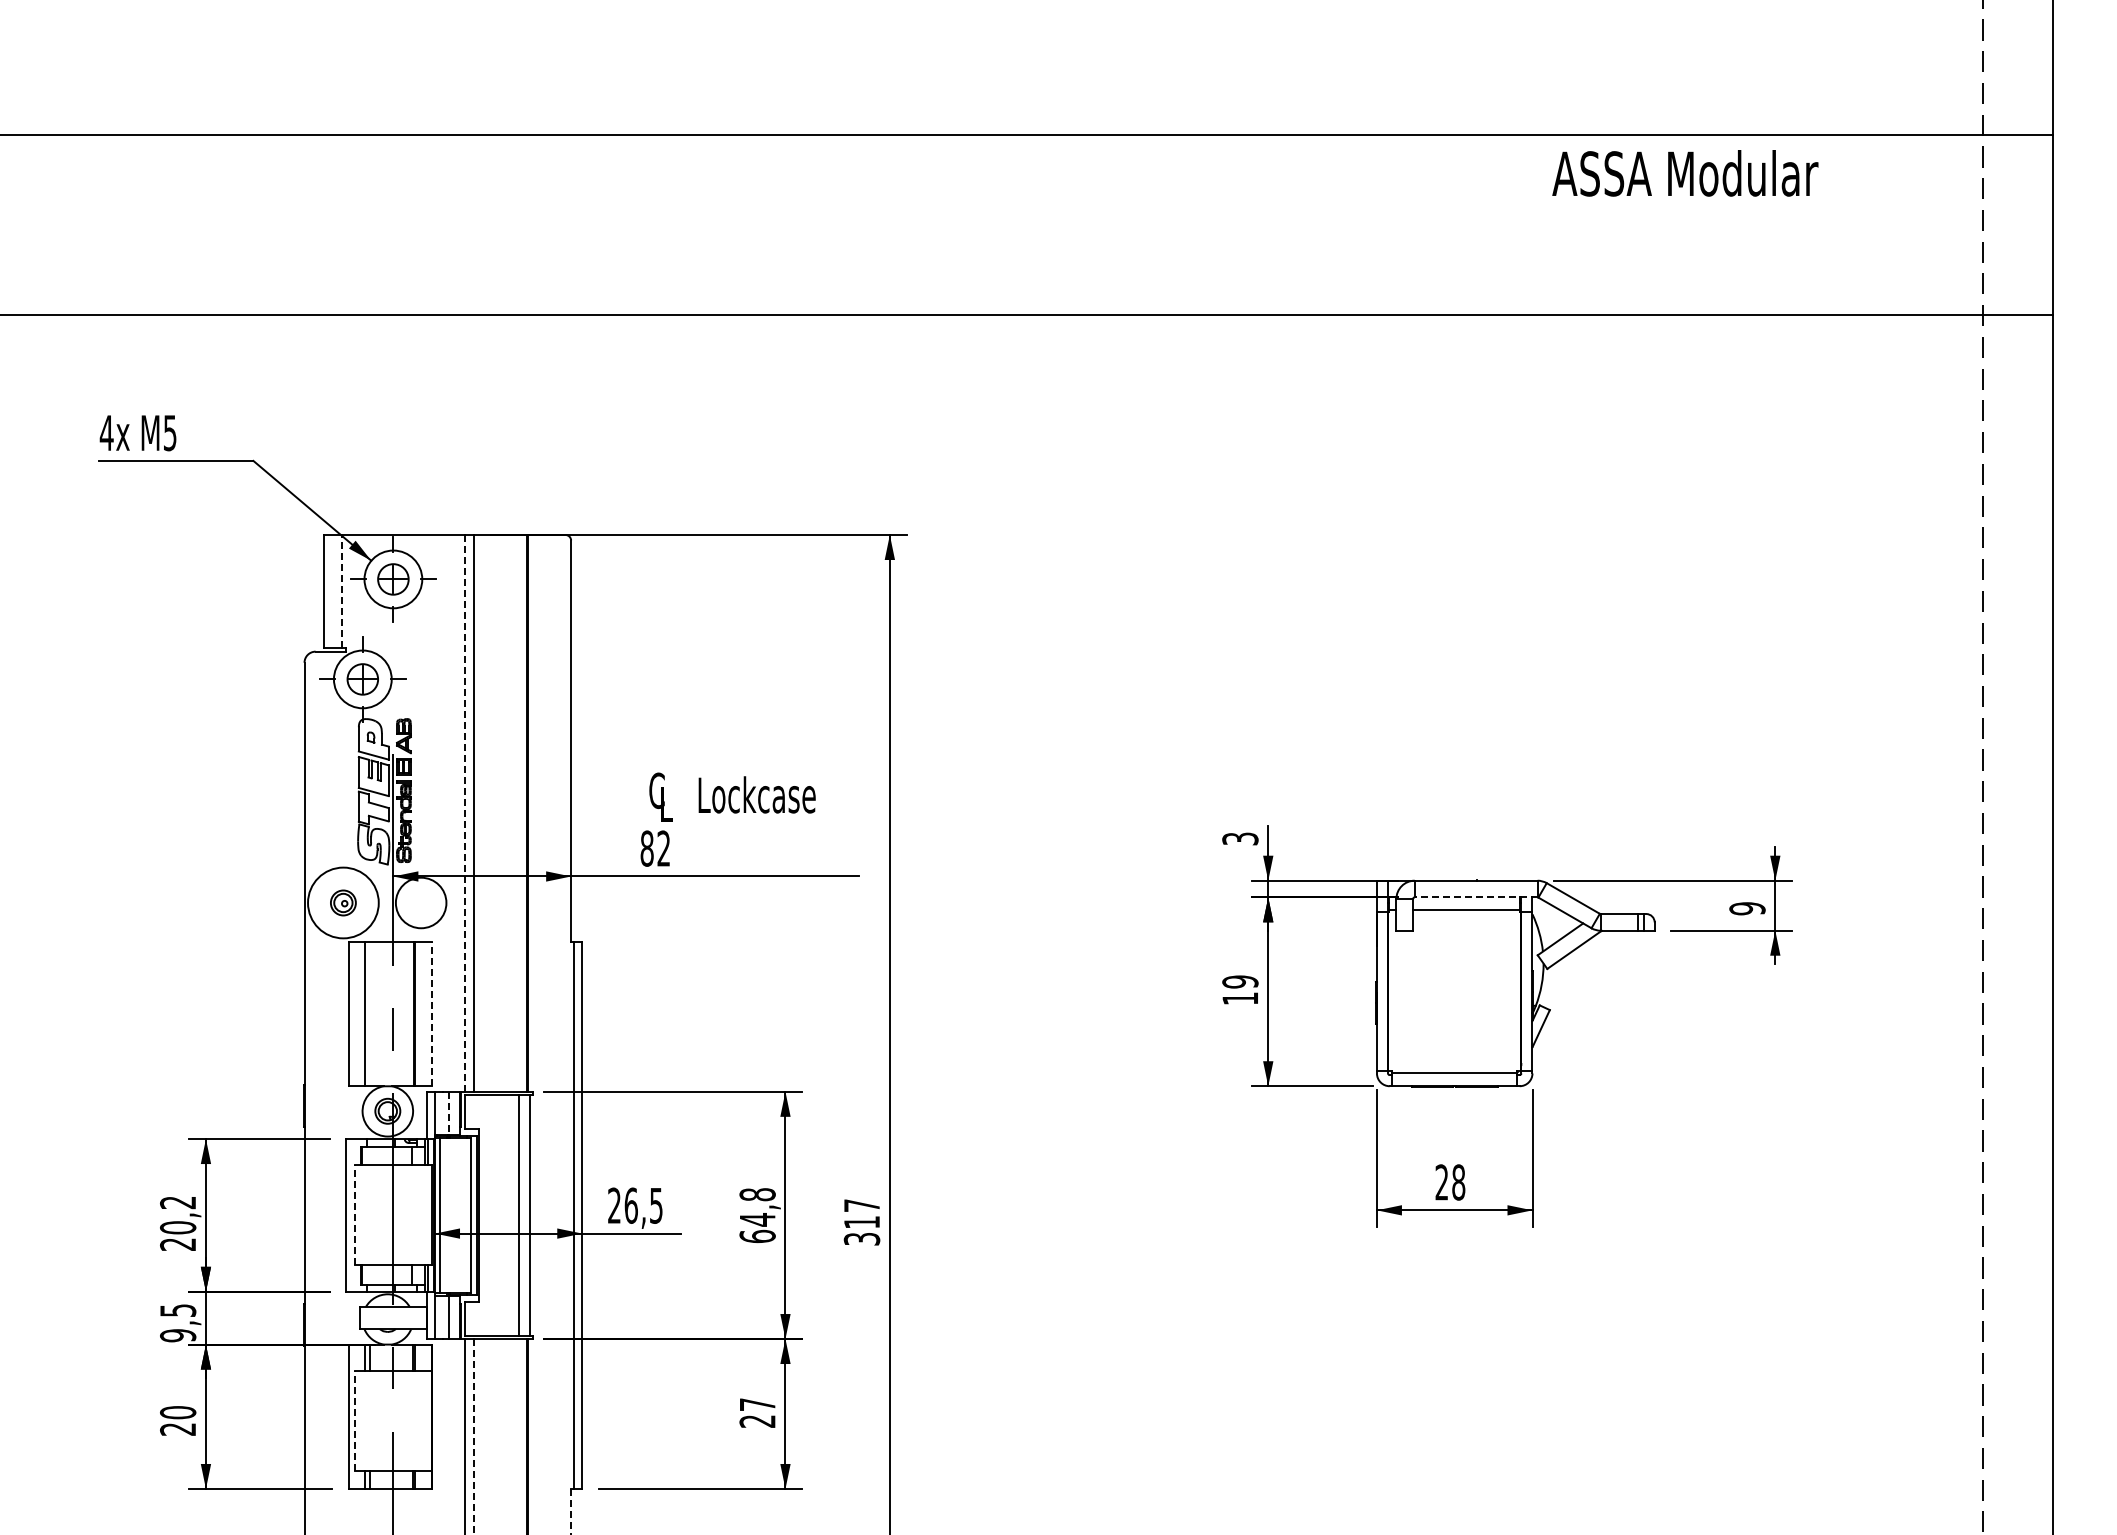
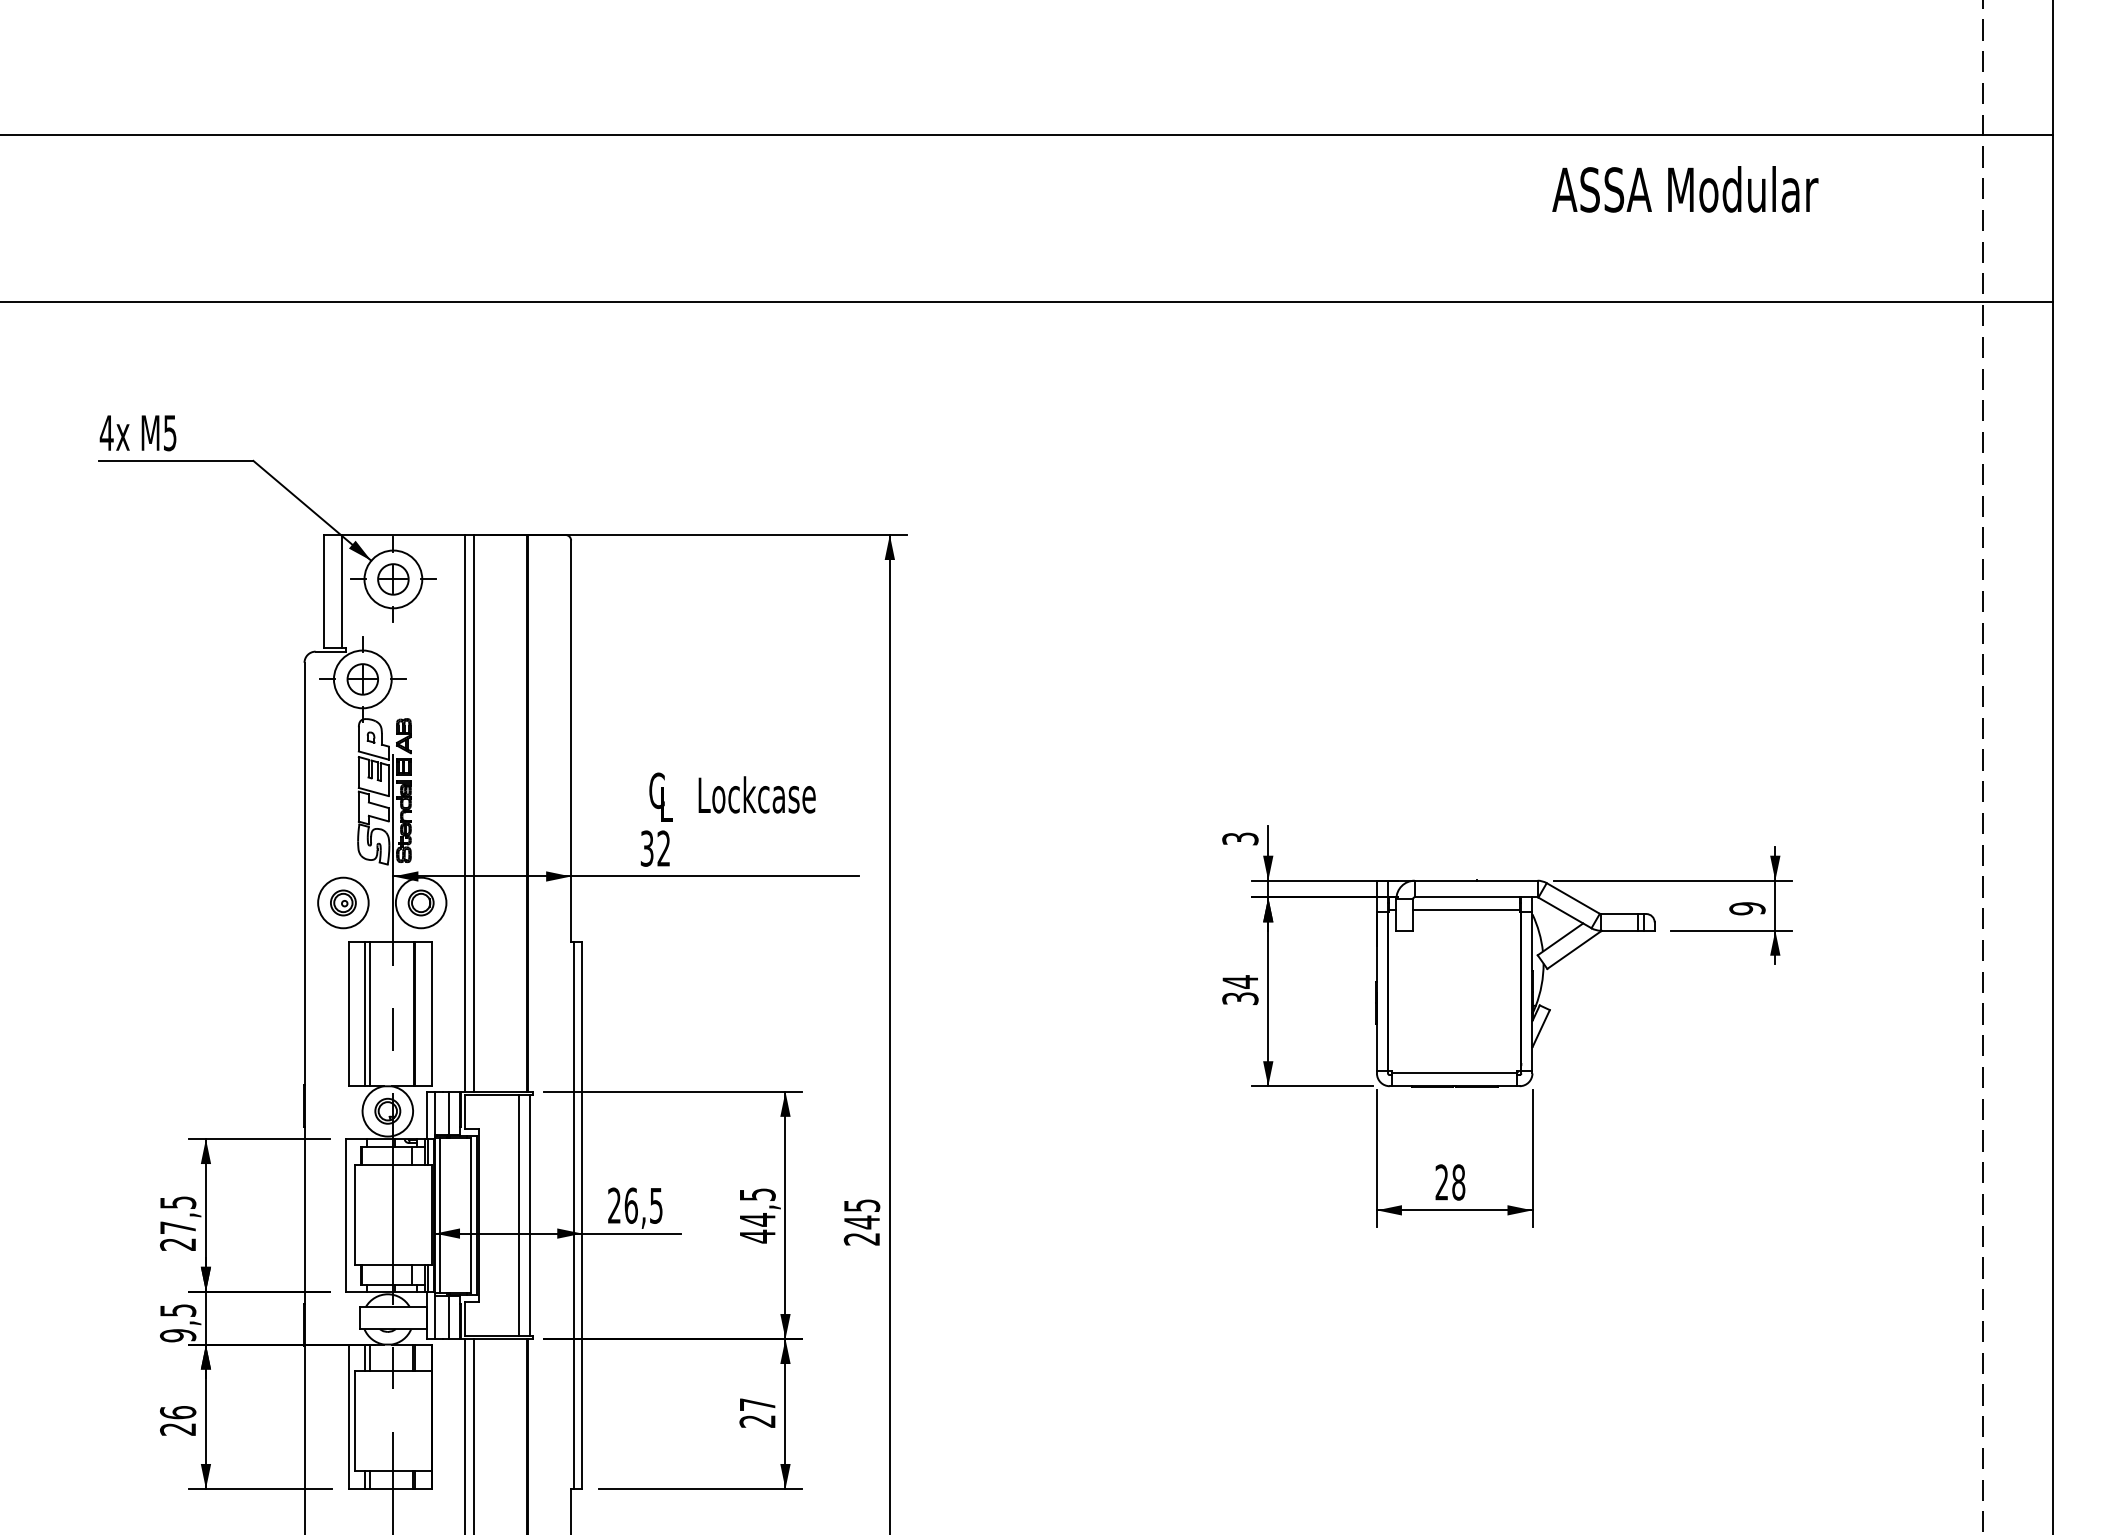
text at (1685, 173) position: (1685, 173) -> (1685, 189)
line at (1027, 314) position: (1027, 314) -> (1027, 301)
line at (342, 591): dashed -> solid
line at (465, 812): dashed -> solid
text at (646, 848): 82 -> 32
line at (1475, 897): dashed -> solid
circle at (343, 902) diameter: 71 px -> 51 px
part at (420, 902): none -> present
text at (1240, 990): 19 -> 34
line at (370, 1013): none -> present
line at (432, 1013): dashed -> solid
line at (448, 1113): dashed -> solid
text at (178, 1215): 20,2 -> 27,5
line at (354, 1215): dashed -> solid
text at (757, 1215): 64,8 -> 44,5
text at (862, 1222): 317 -> 245
text at (178, 1412): 20 -> 26
line at (354, 1420): dashed -> solid
line at (474, 1436): dashed -> solid
line at (571, 1511): dashed -> solid
